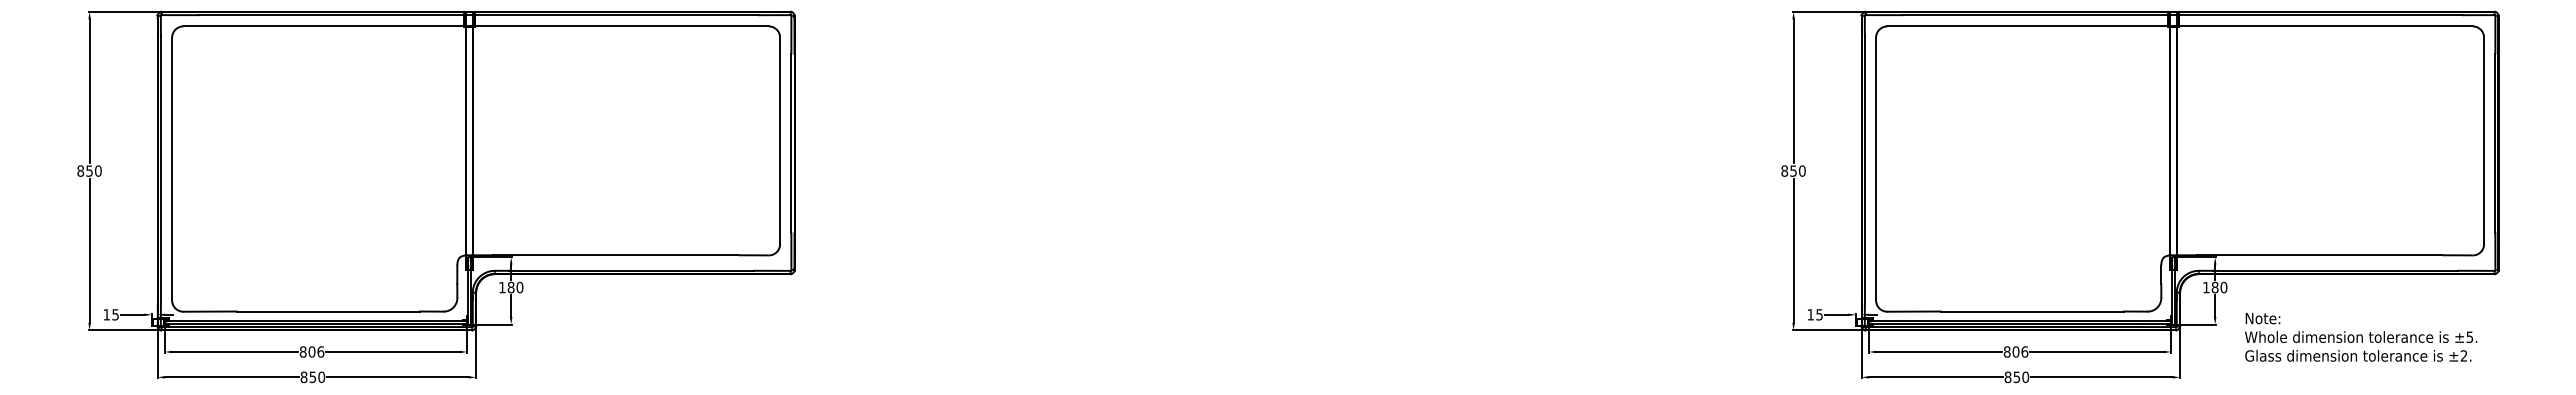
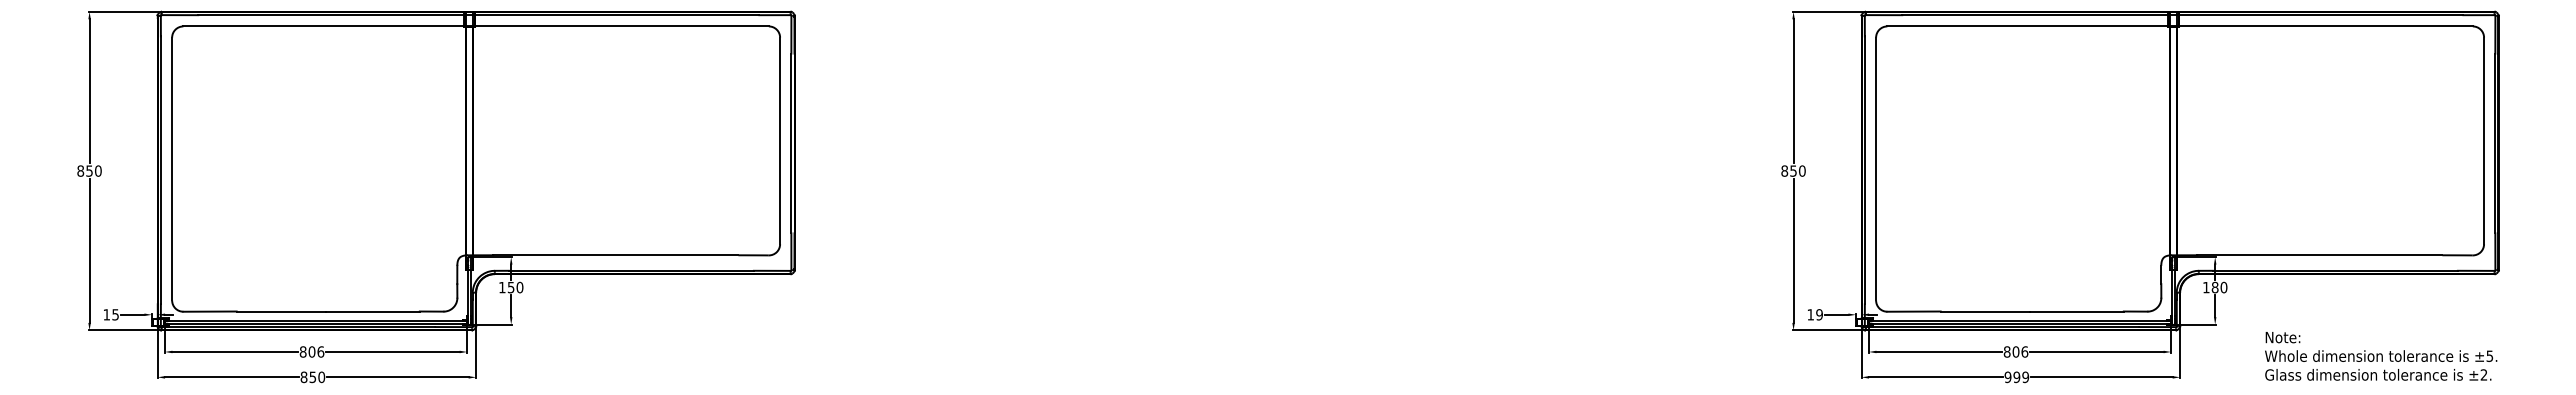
text at (510, 287): 180 -> 150
text at (1819, 314): 15 -> 19
text at (2361, 337) position: (2361, 337) -> (2381, 356)
text at (2016, 377): 850 -> 999
